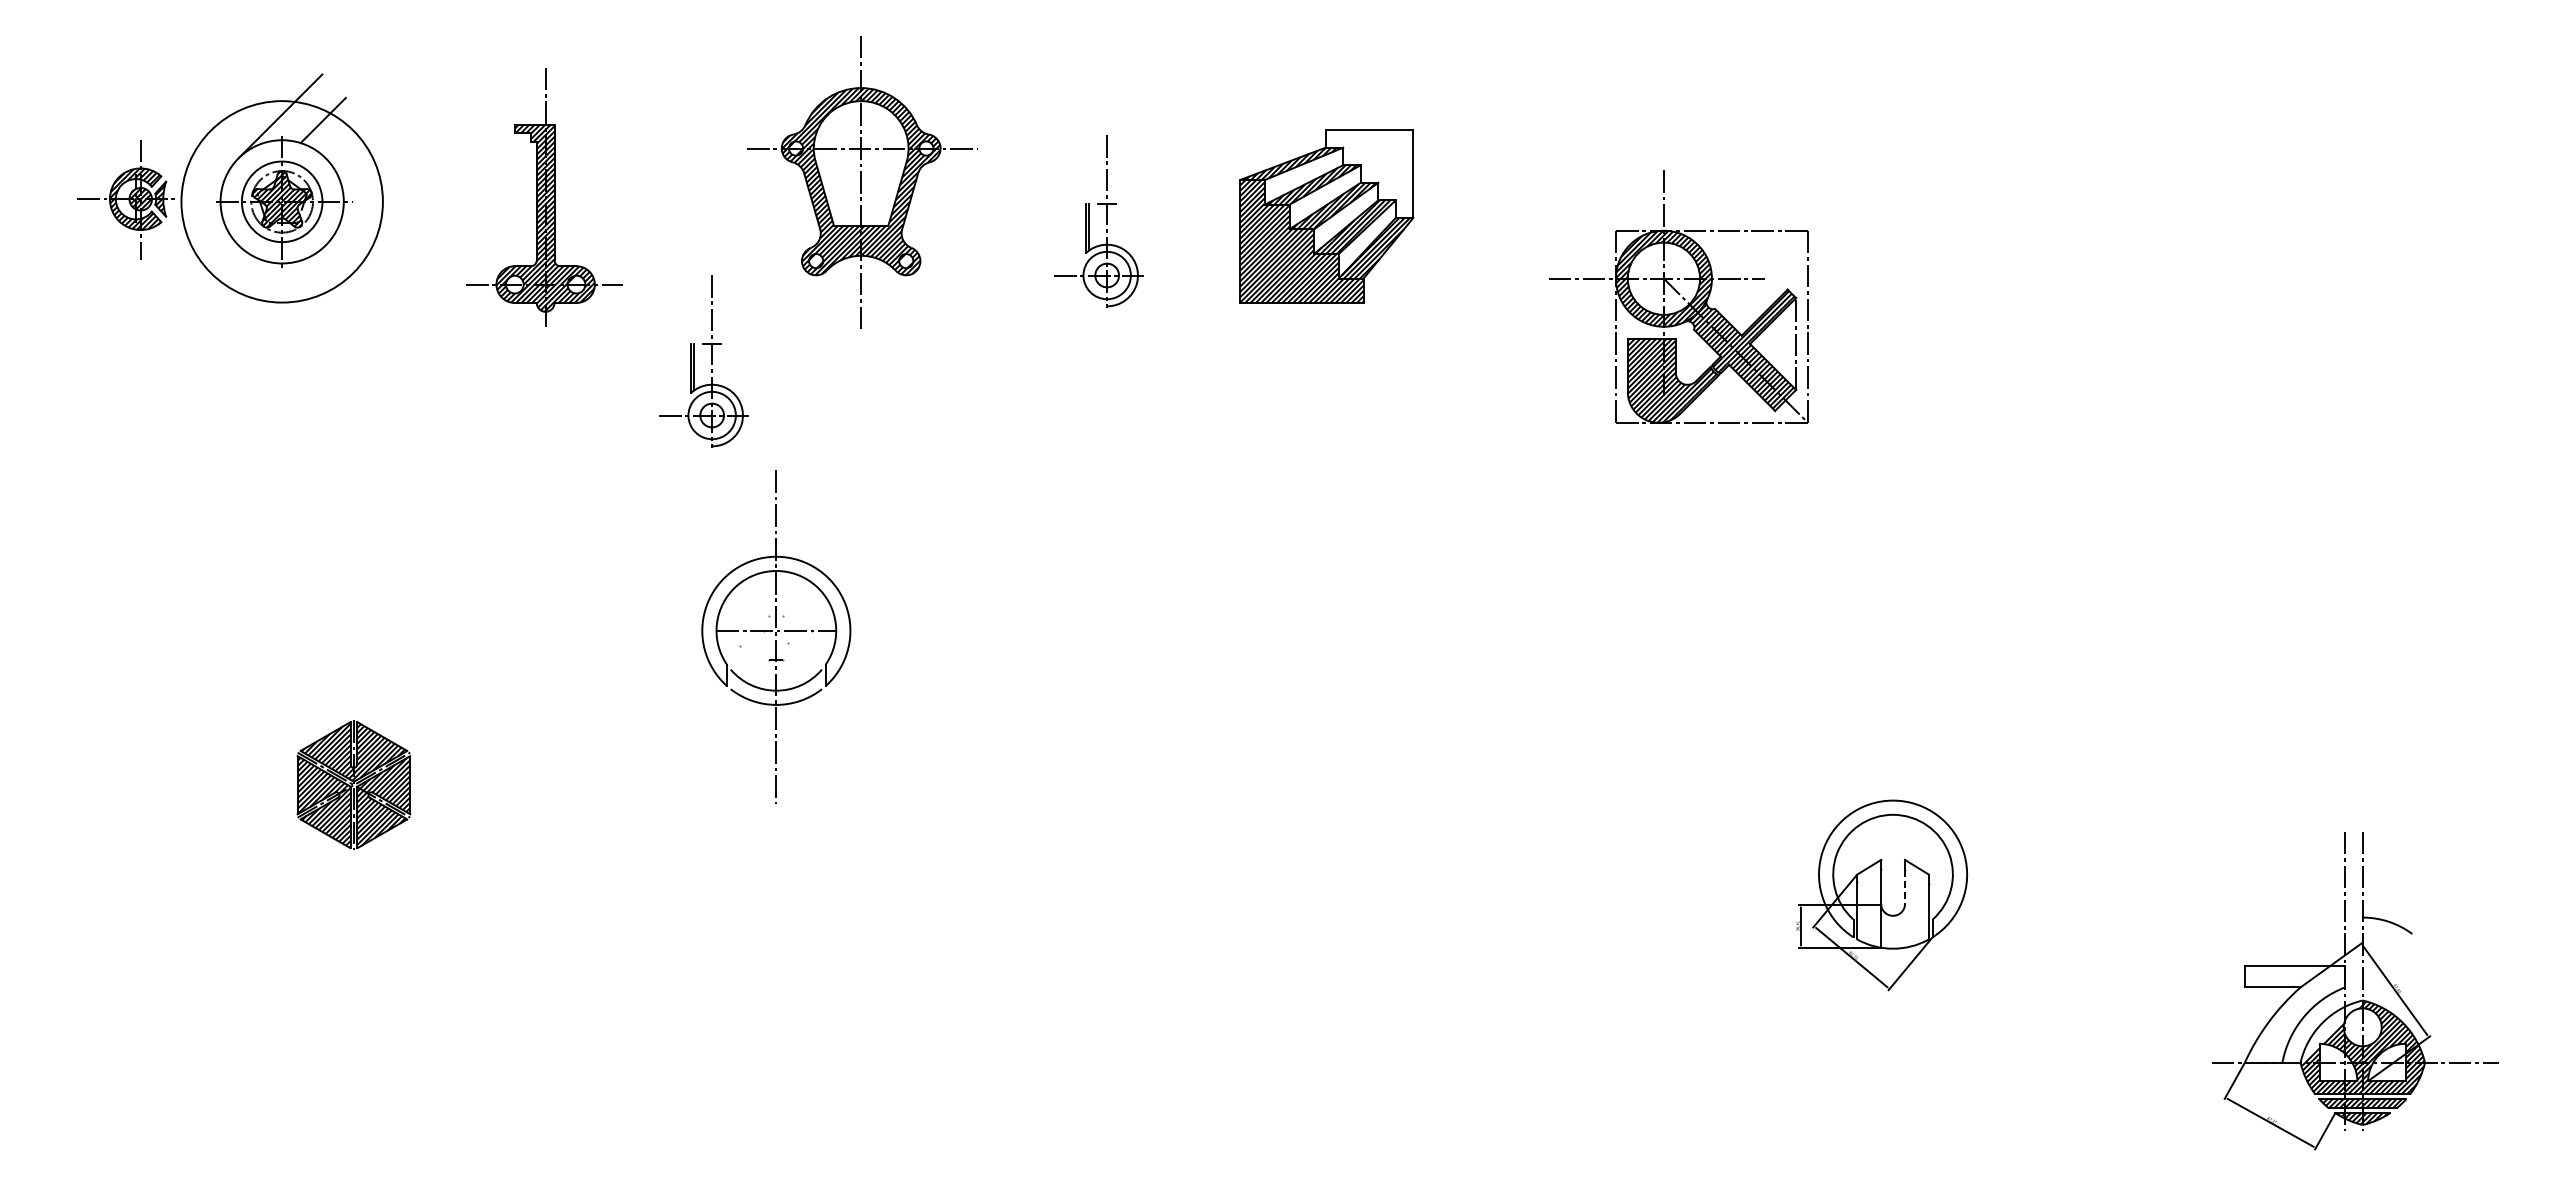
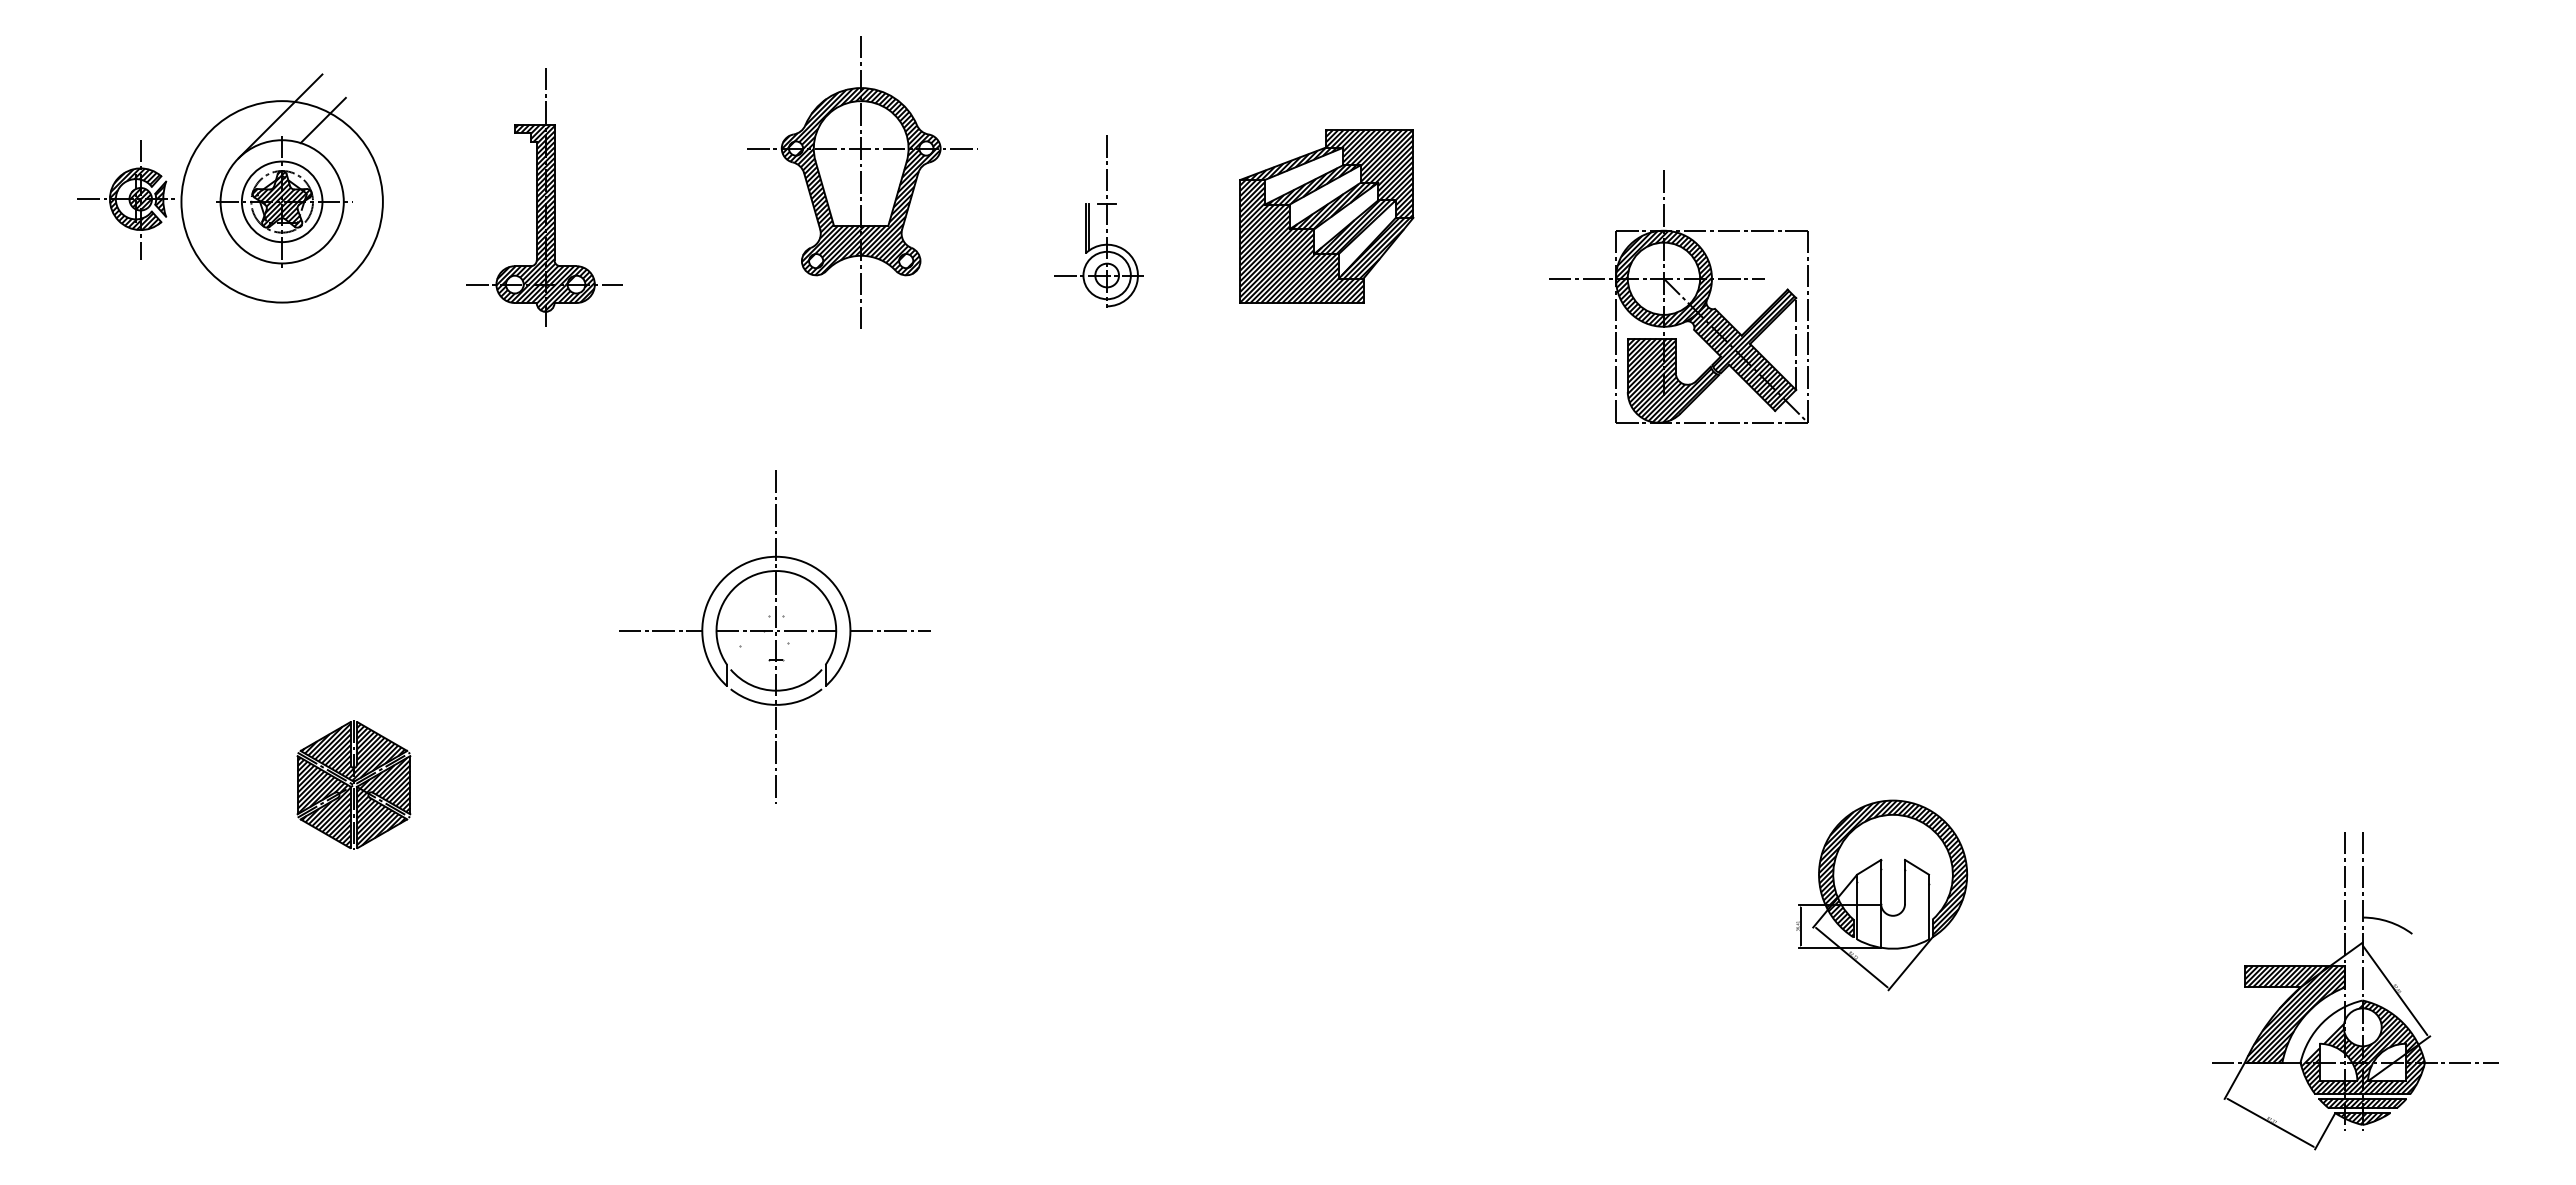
hatch at (1369, 173): none -> present
part at (711, 361): present -> none
line at (660, 630): none -> present
line at (890, 630): none -> present
hatch at (1893, 868): none -> present
line at (1905, 887): dashed -> solid
hatch at (2294, 1014): none -> present
